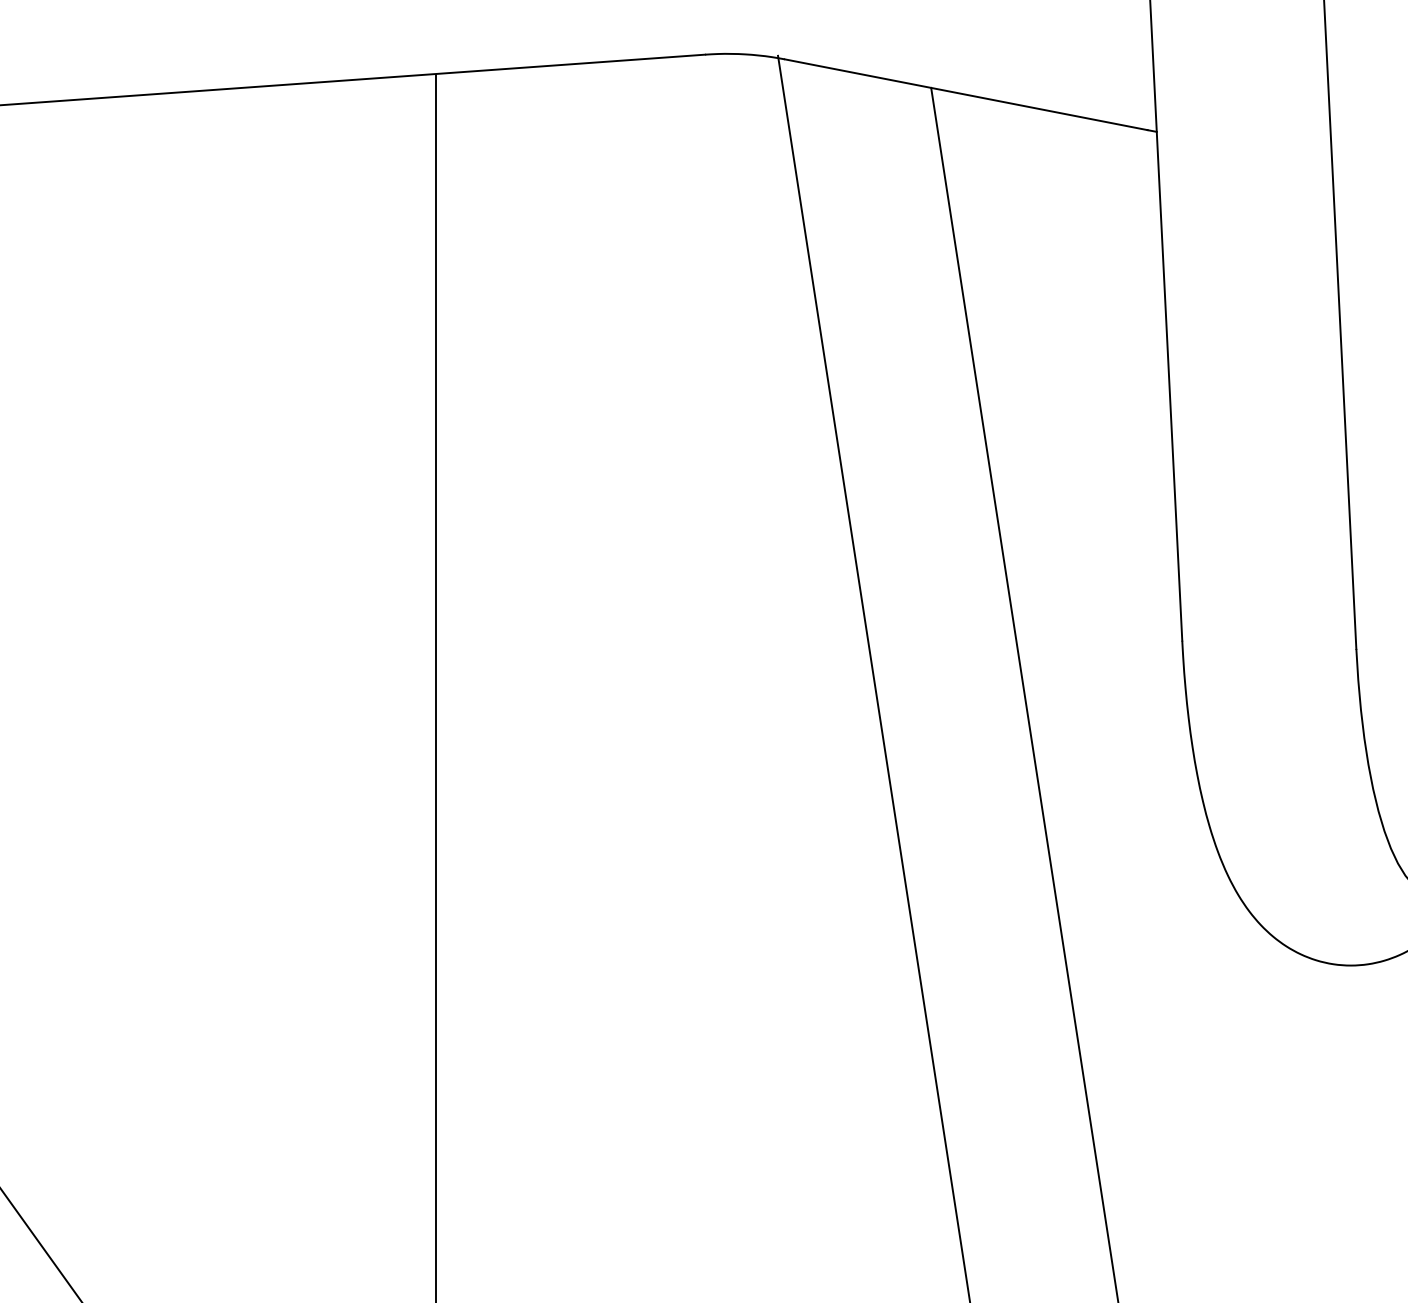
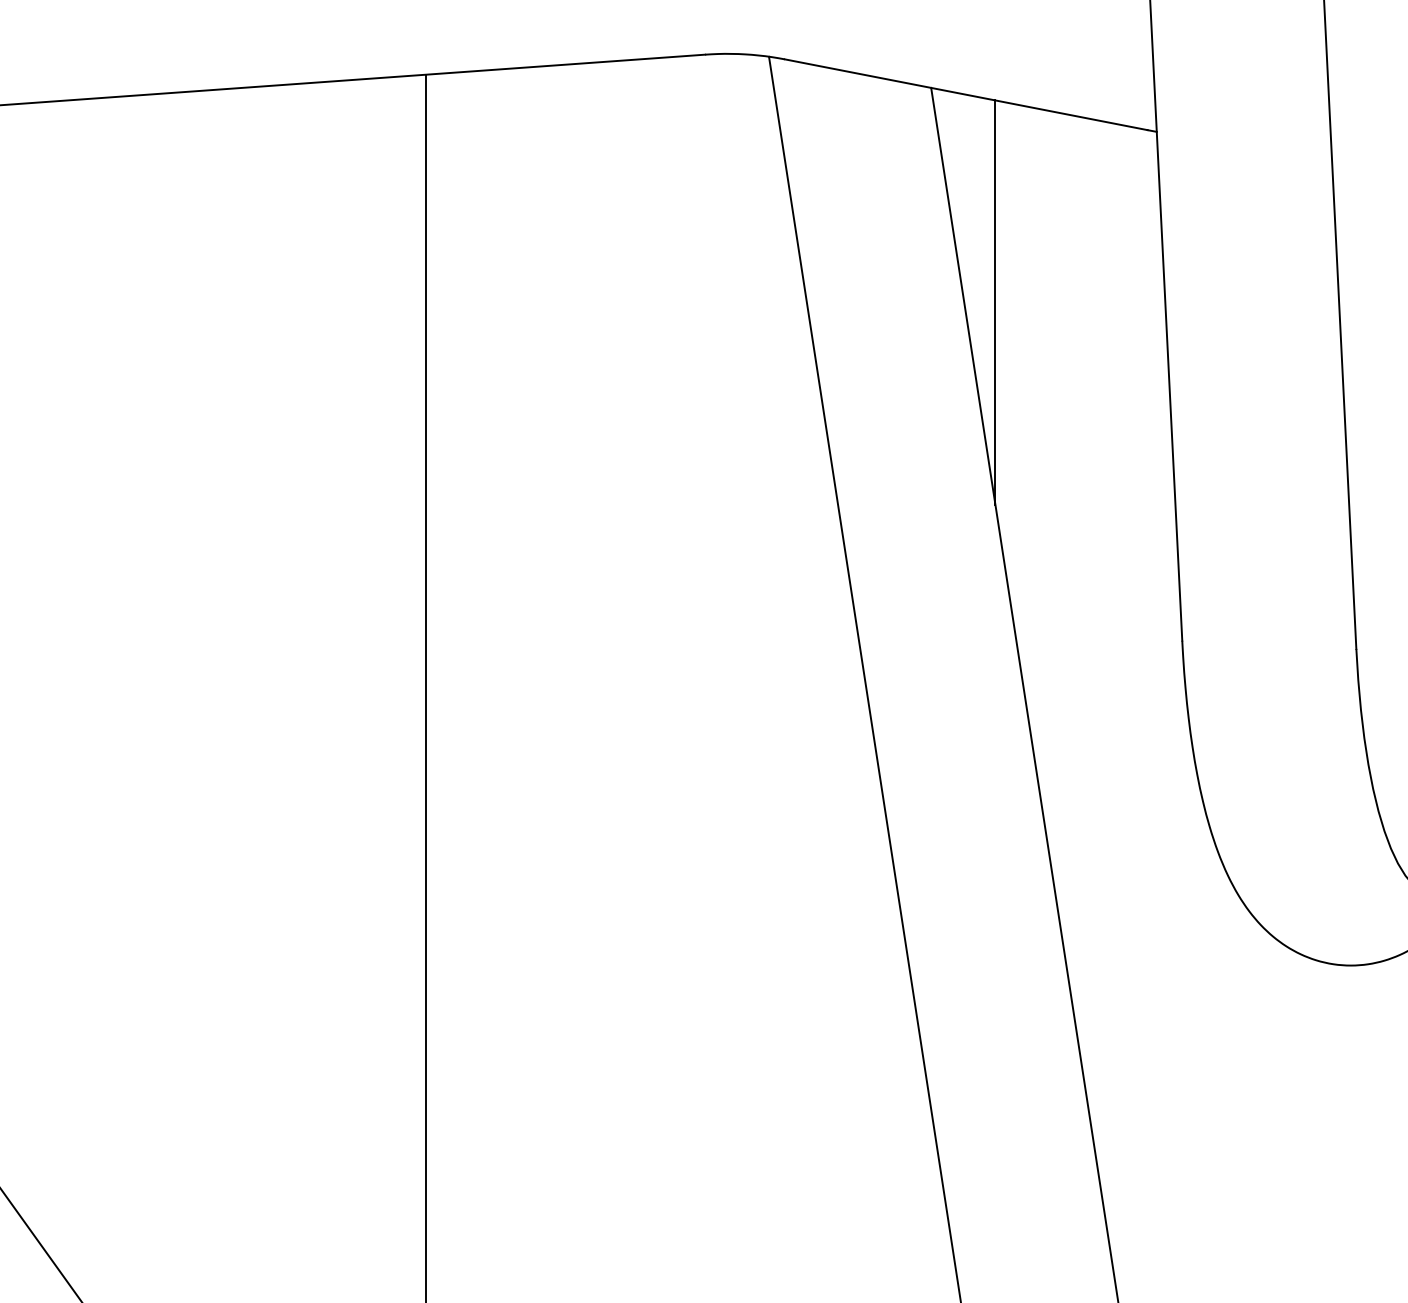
line at (995, 302): none -> present
line at (873, 677) position: (873, 677) -> (864, 677)
line at (436, 686) position: (436, 686) -> (426, 686)
